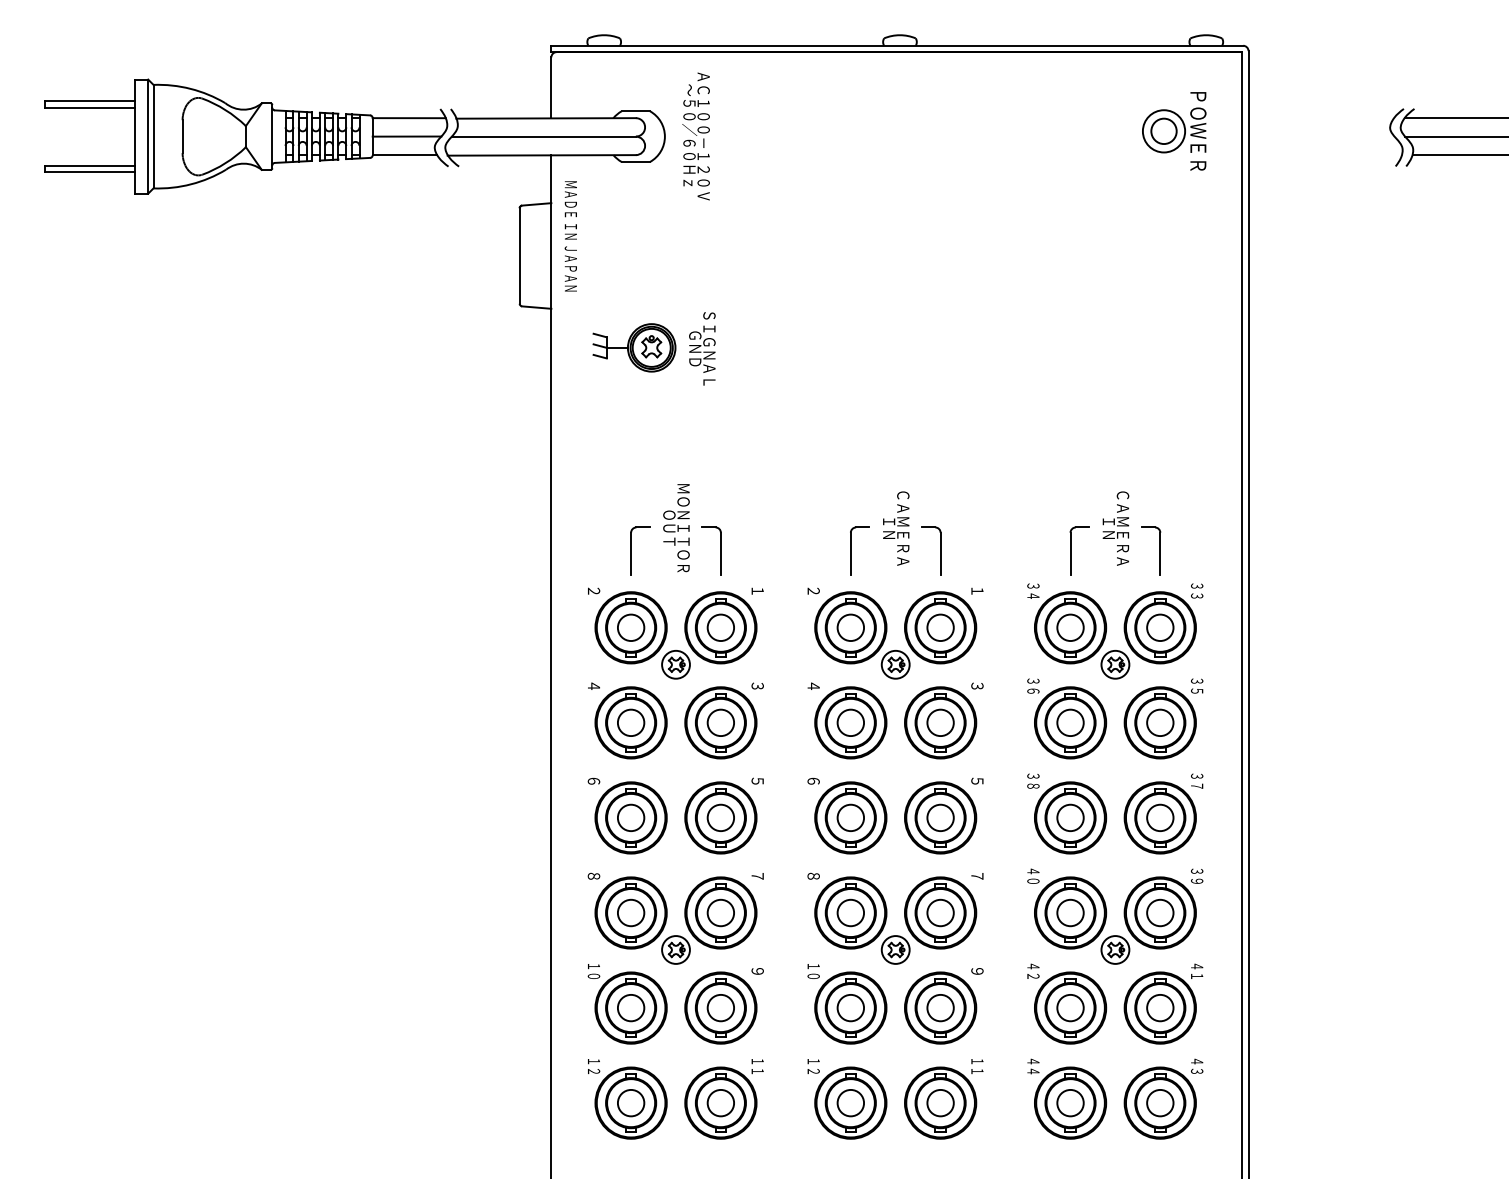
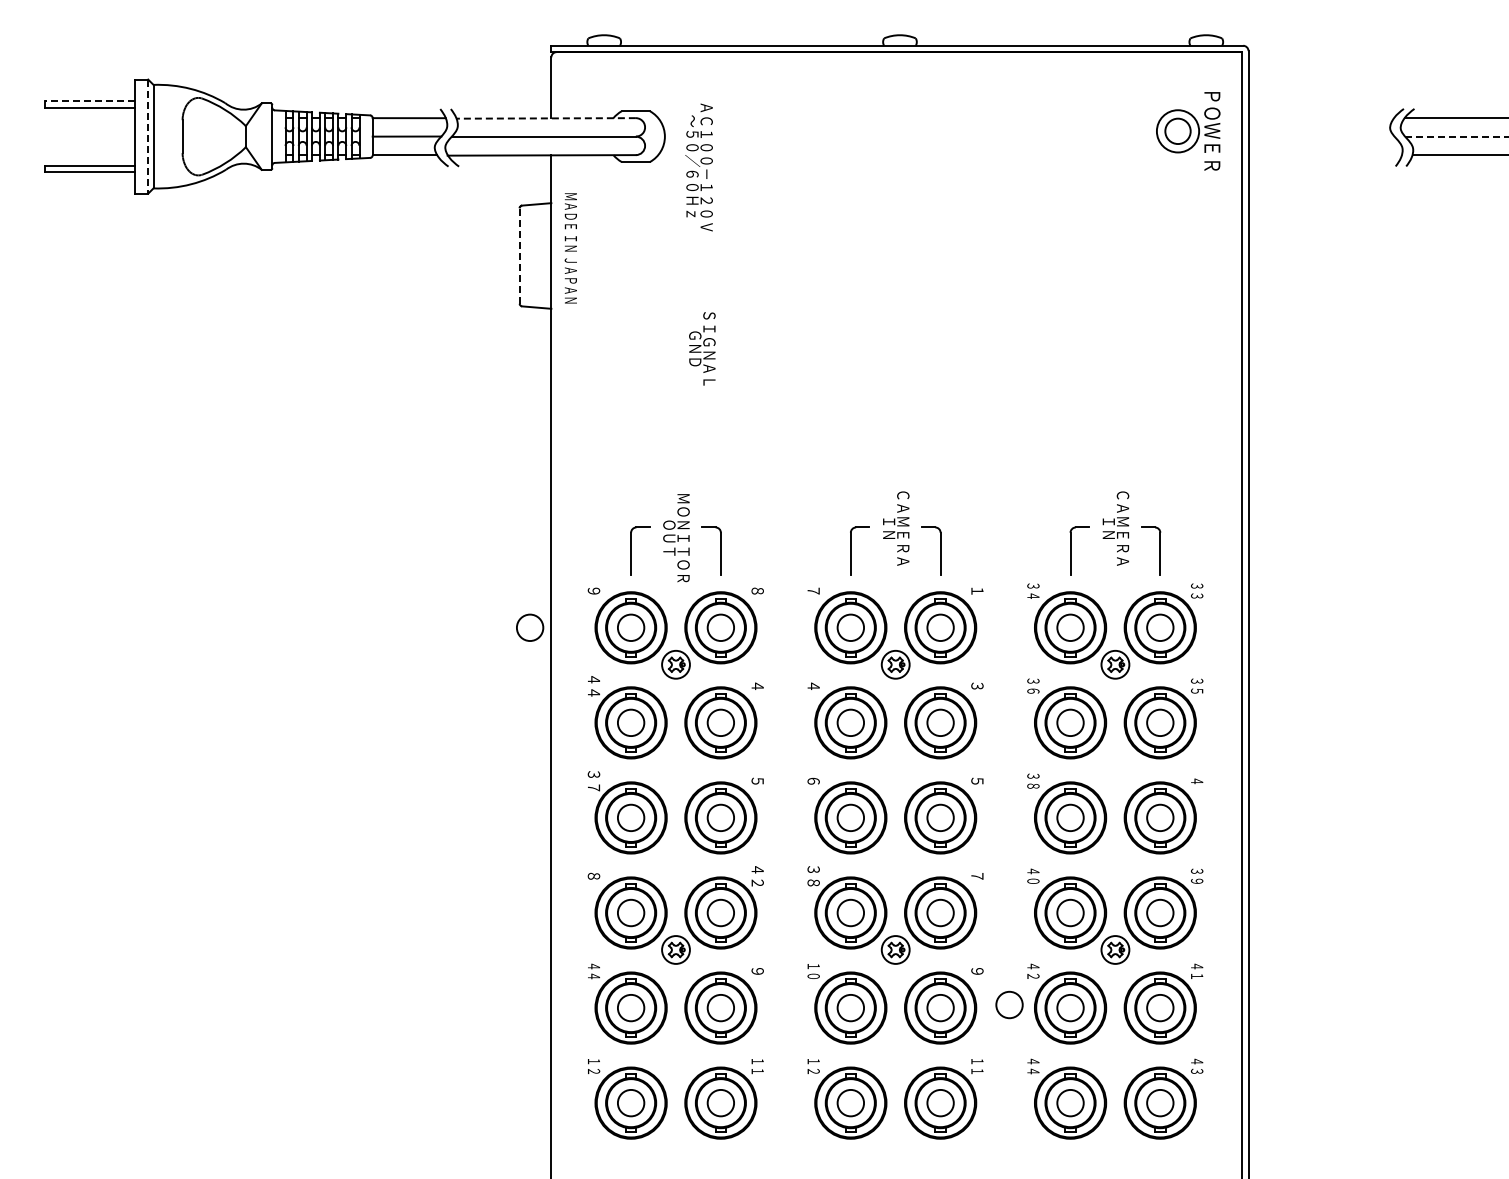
line at (90, 101): solid -> dashed
line at (546, 118): solid -> dashed
part at (1174, 131) position: (1174, 131) -> (1188, 131)
text at (695, 136) position: (695, 136) -> (698, 167)
line at (1457, 136): solid -> dashed
line at (148, 137): solid -> dashed
text at (570, 236) position: (570, 236) -> (570, 248)
line at (519, 256): solid -> dashed
part at (634, 347): present -> none
text at (676, 528) position: (676, 528) -> (676, 538)
text at (593, 590): ２ -> ９
text at (757, 590): １ -> ８
text at (813, 590): ２ -> ７
circle at (530, 627): none -> present
text at (757, 685): ３ -> ４
text at (594, 686): ４ -> ４４
text at (1197, 780): ３７ -> ４
text at (593, 781): ６ -> ３７
text at (757, 876): ７ -> ４２
text at (813, 876): ８ -> ３８
text at (593, 971): １０ -> ４４
circle at (1009, 1004): none -> present
